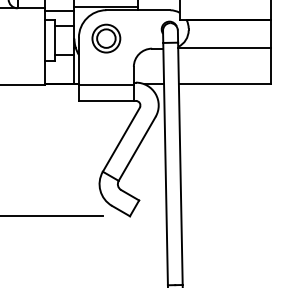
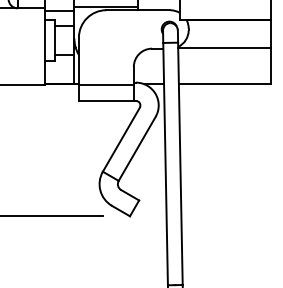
part at (106, 38): present -> none
